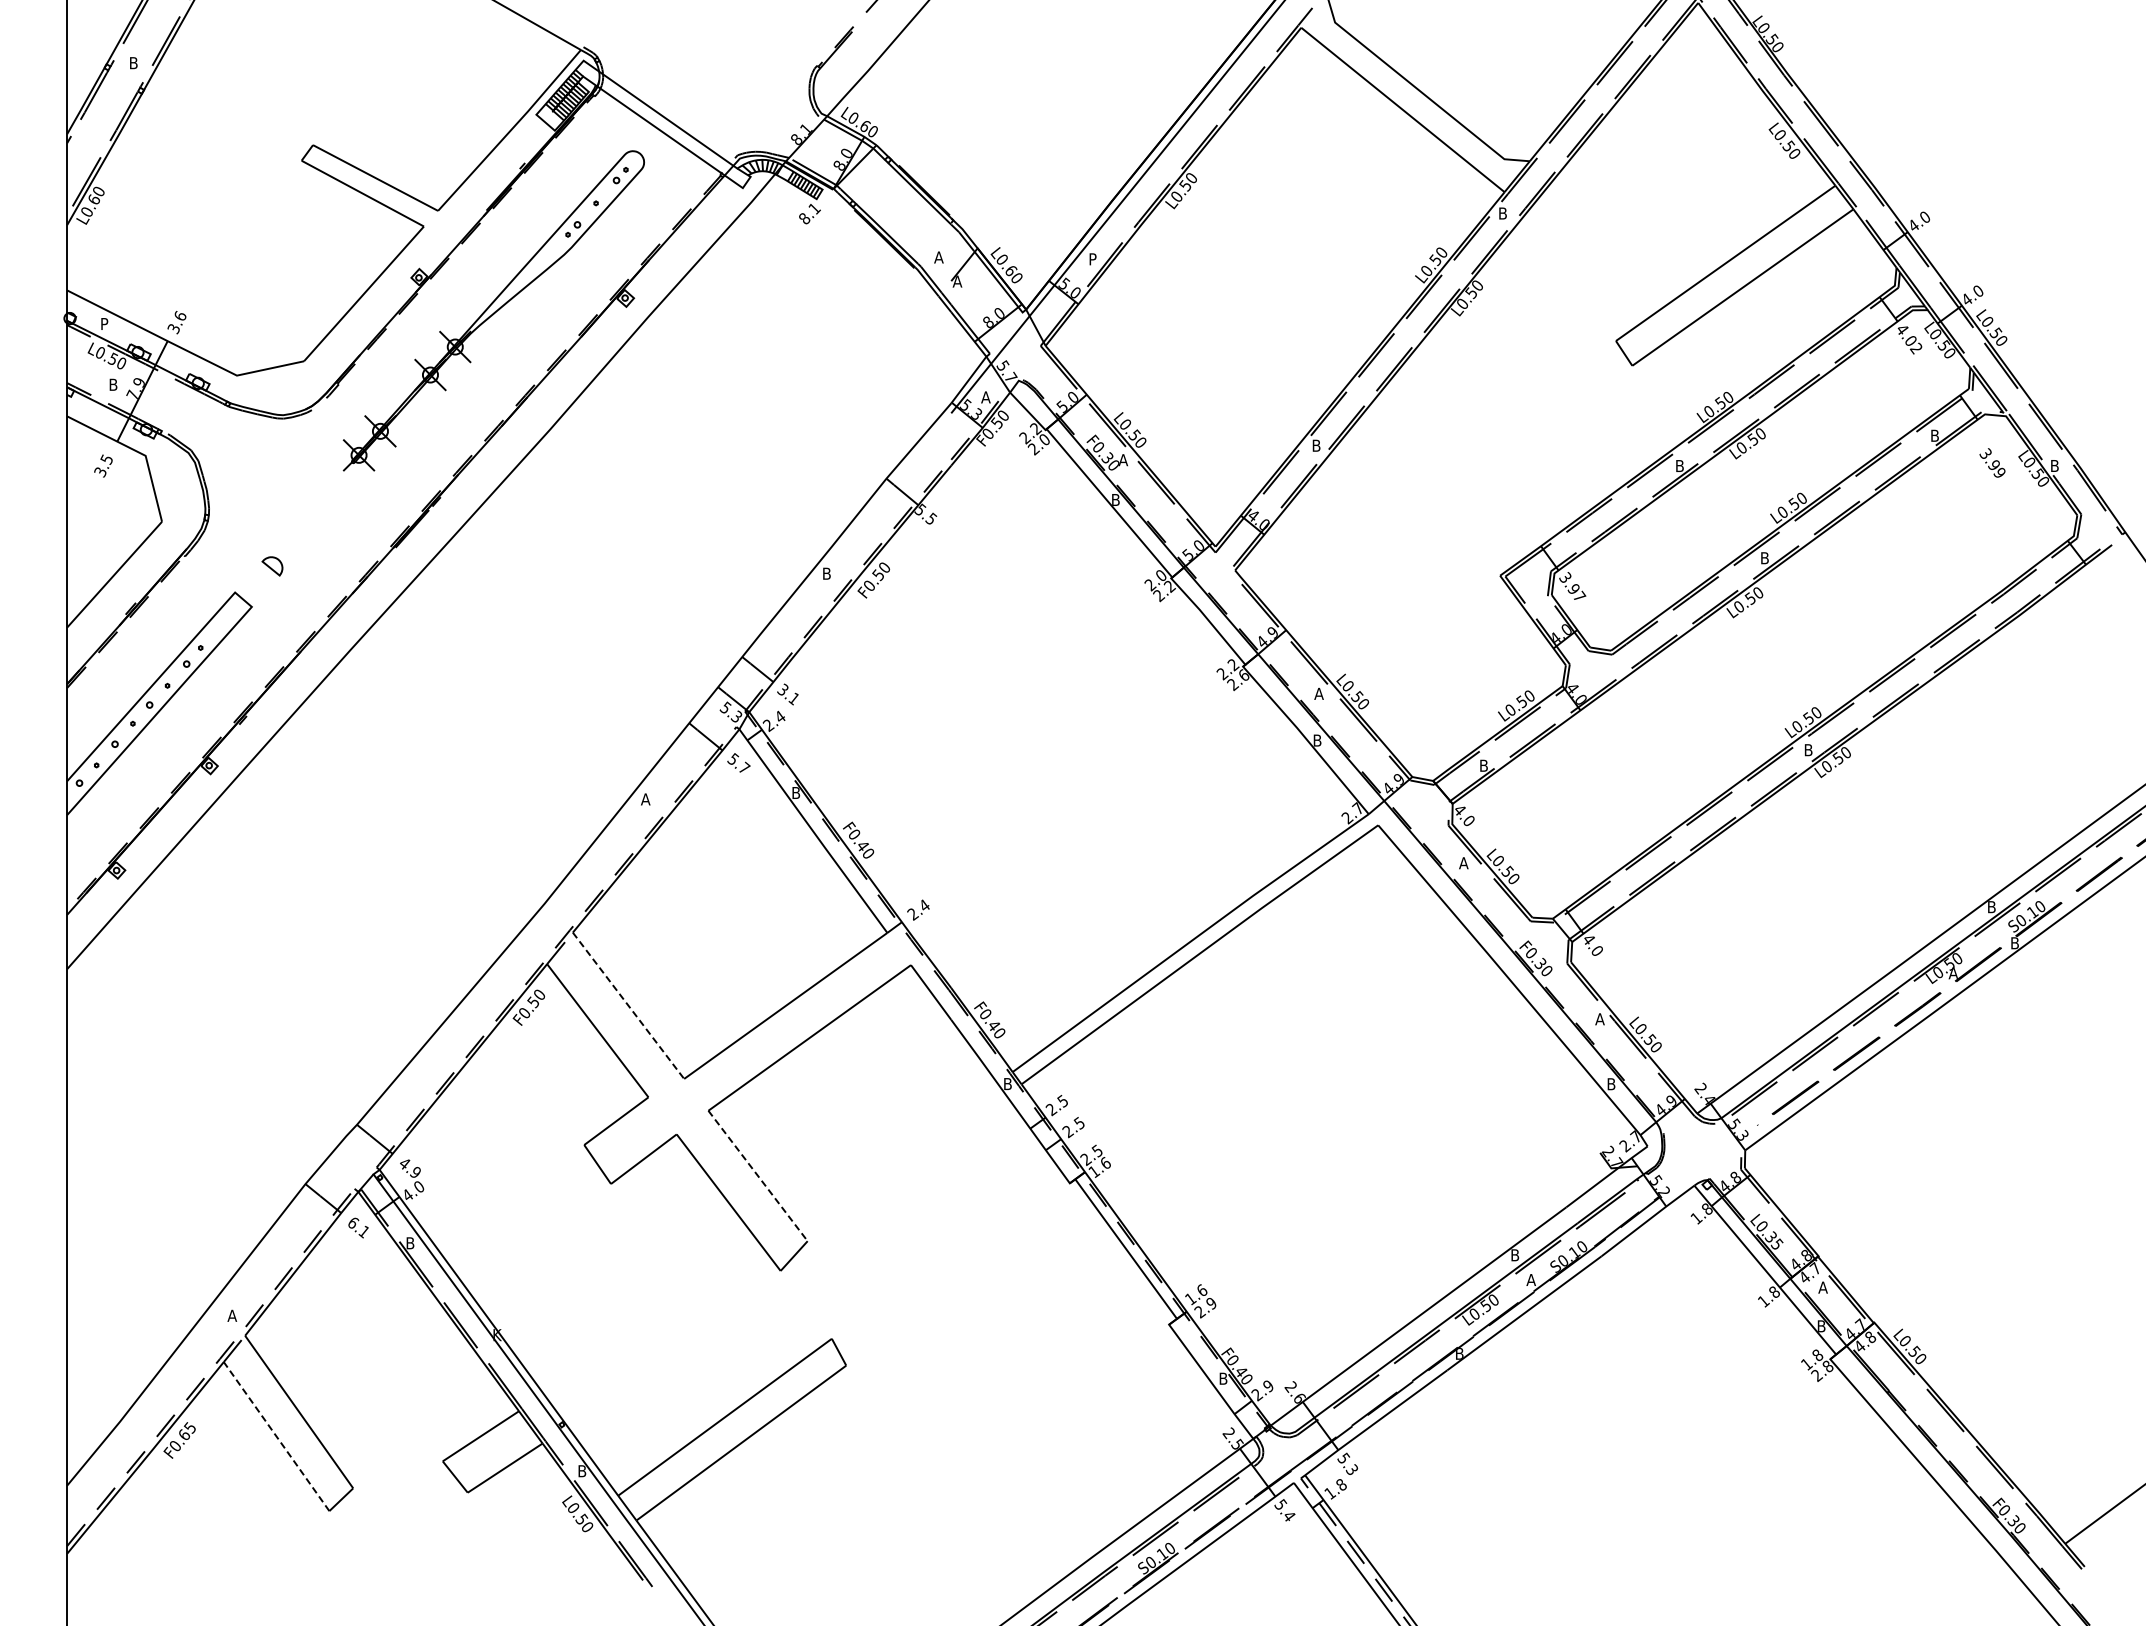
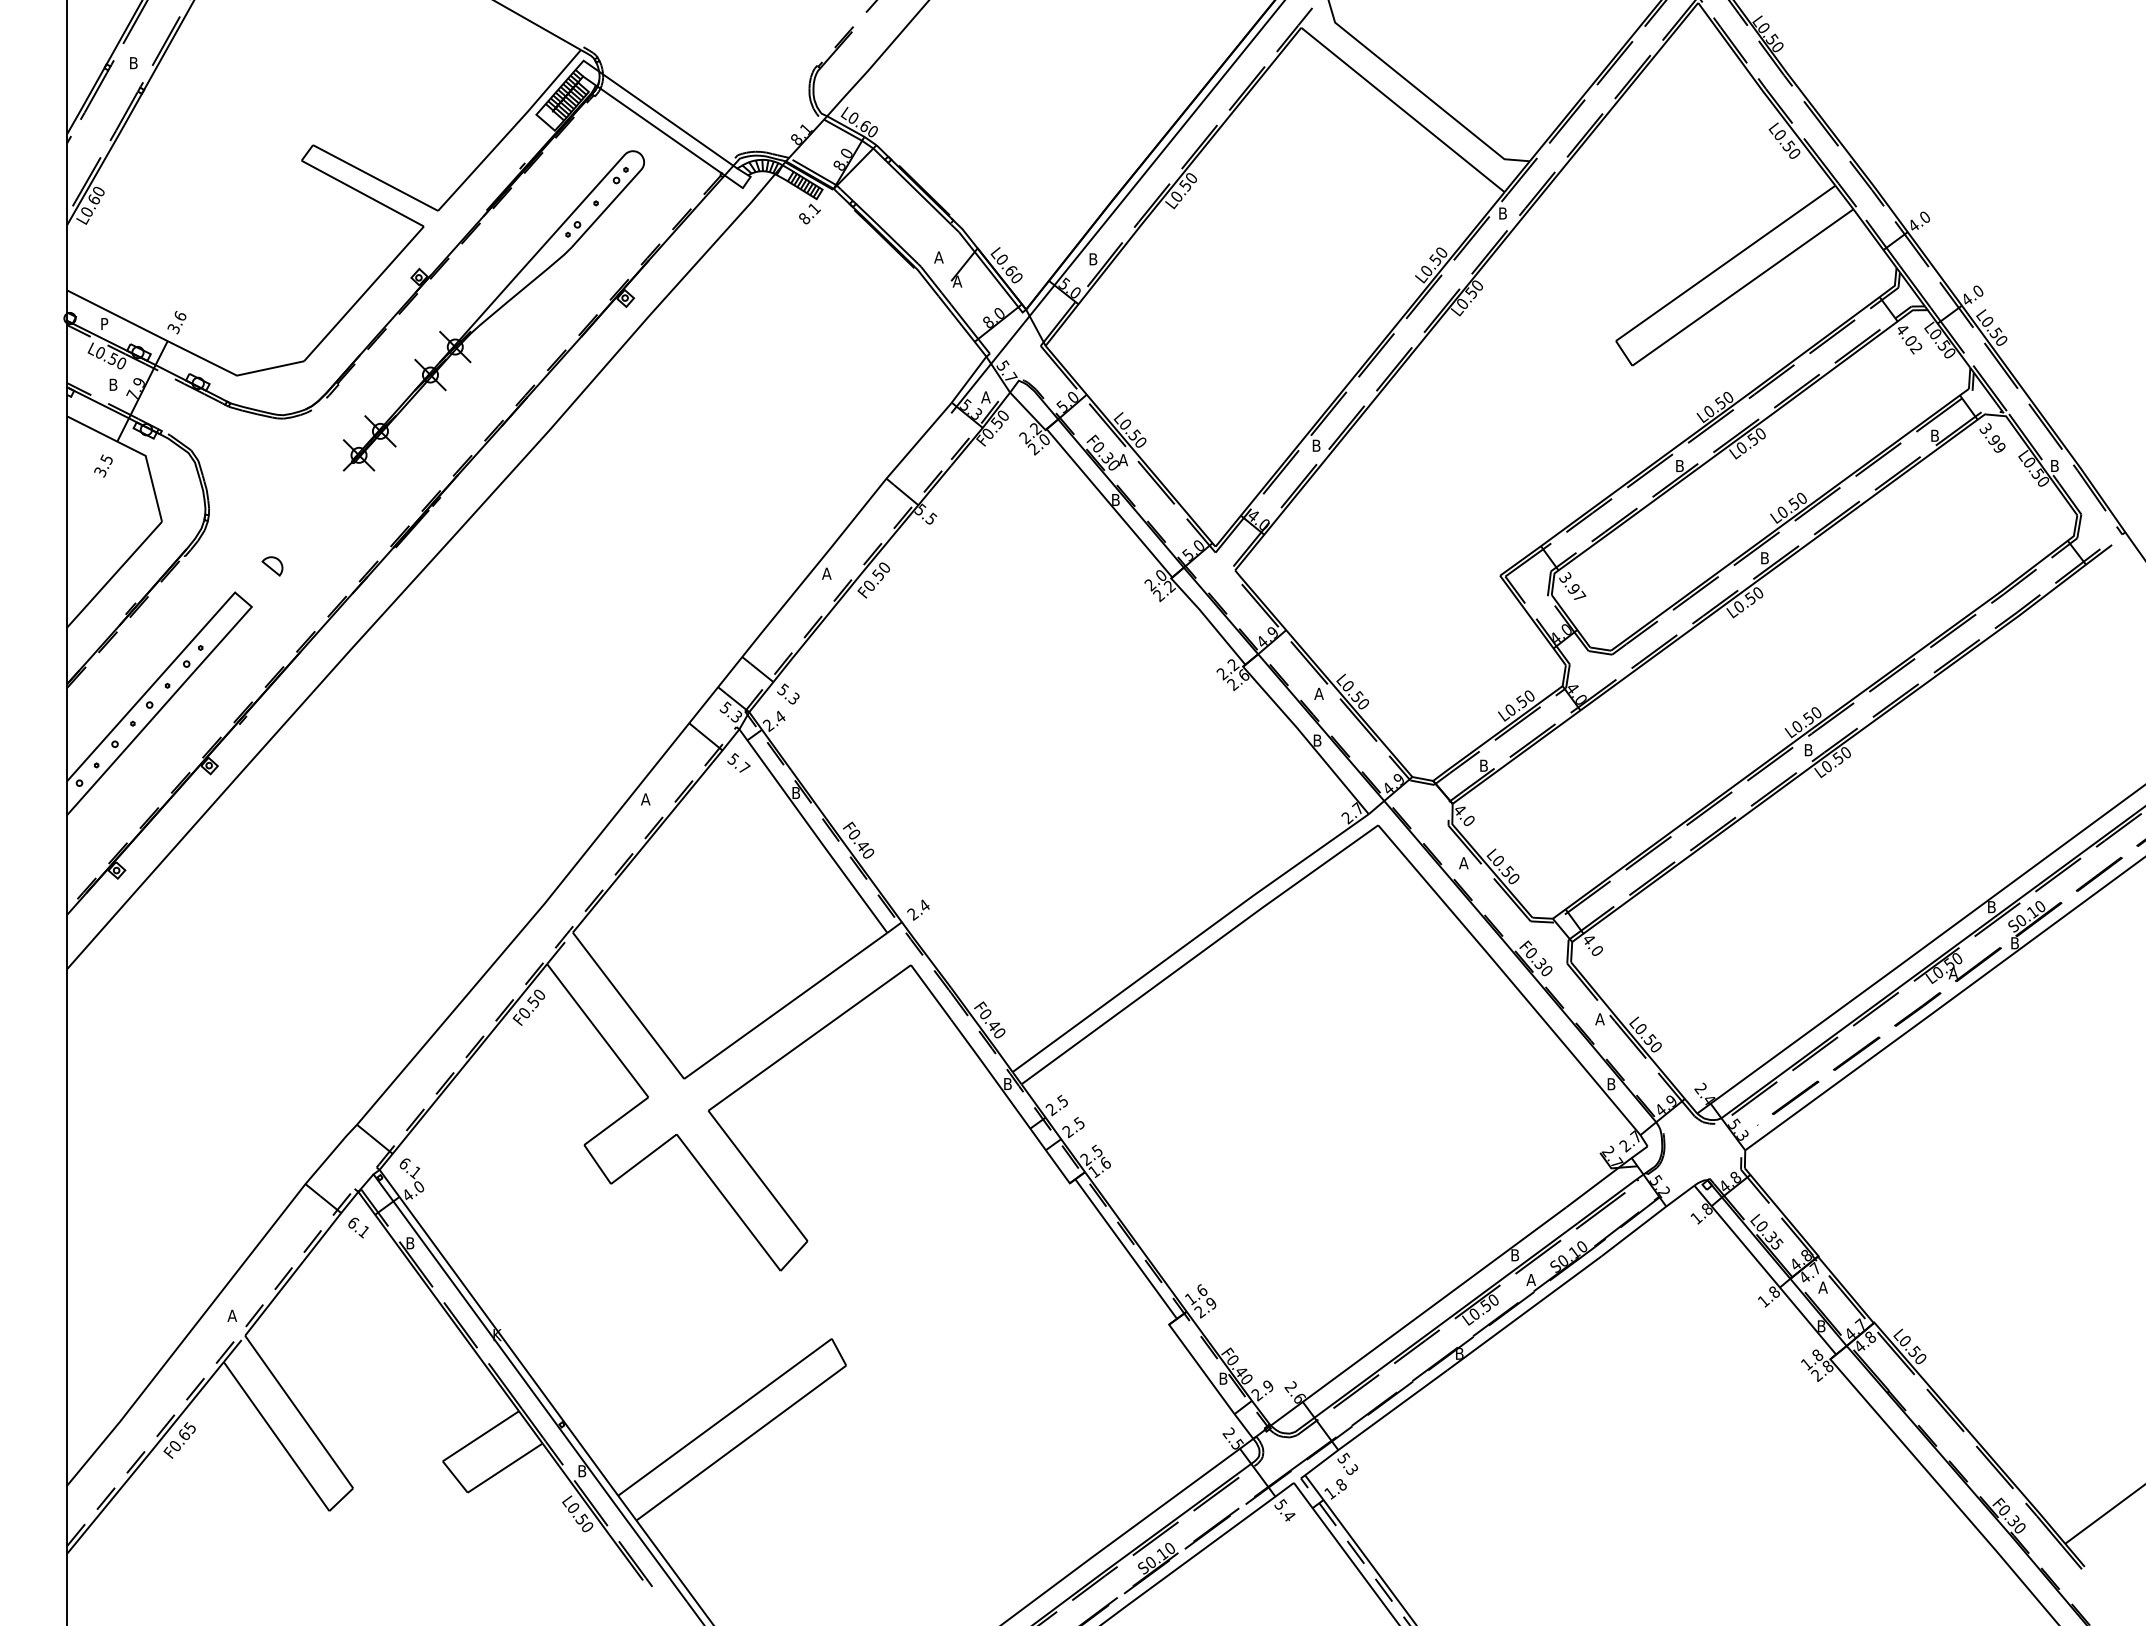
text at (1094, 259): P -> B
text at (1992, 462) position: (1992, 462) -> (1992, 437)
text at (826, 573): B -> A
text at (790, 694): 3.1 -> 5.3
line at (628, 1005): dashed -> solid
text at (409, 1168): 4.9 -> 6.1
line at (758, 1175): dashed -> solid
line at (276, 1436): dashed -> solid
